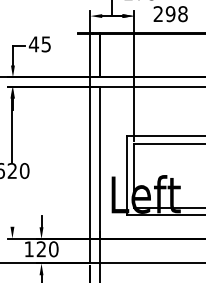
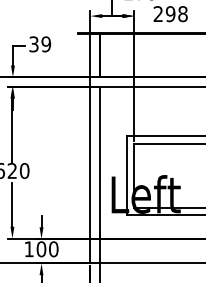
text at (39, 44): 45 -> 39
line at (12, 204): none -> present
text at (41, 249): 120 -> 100
